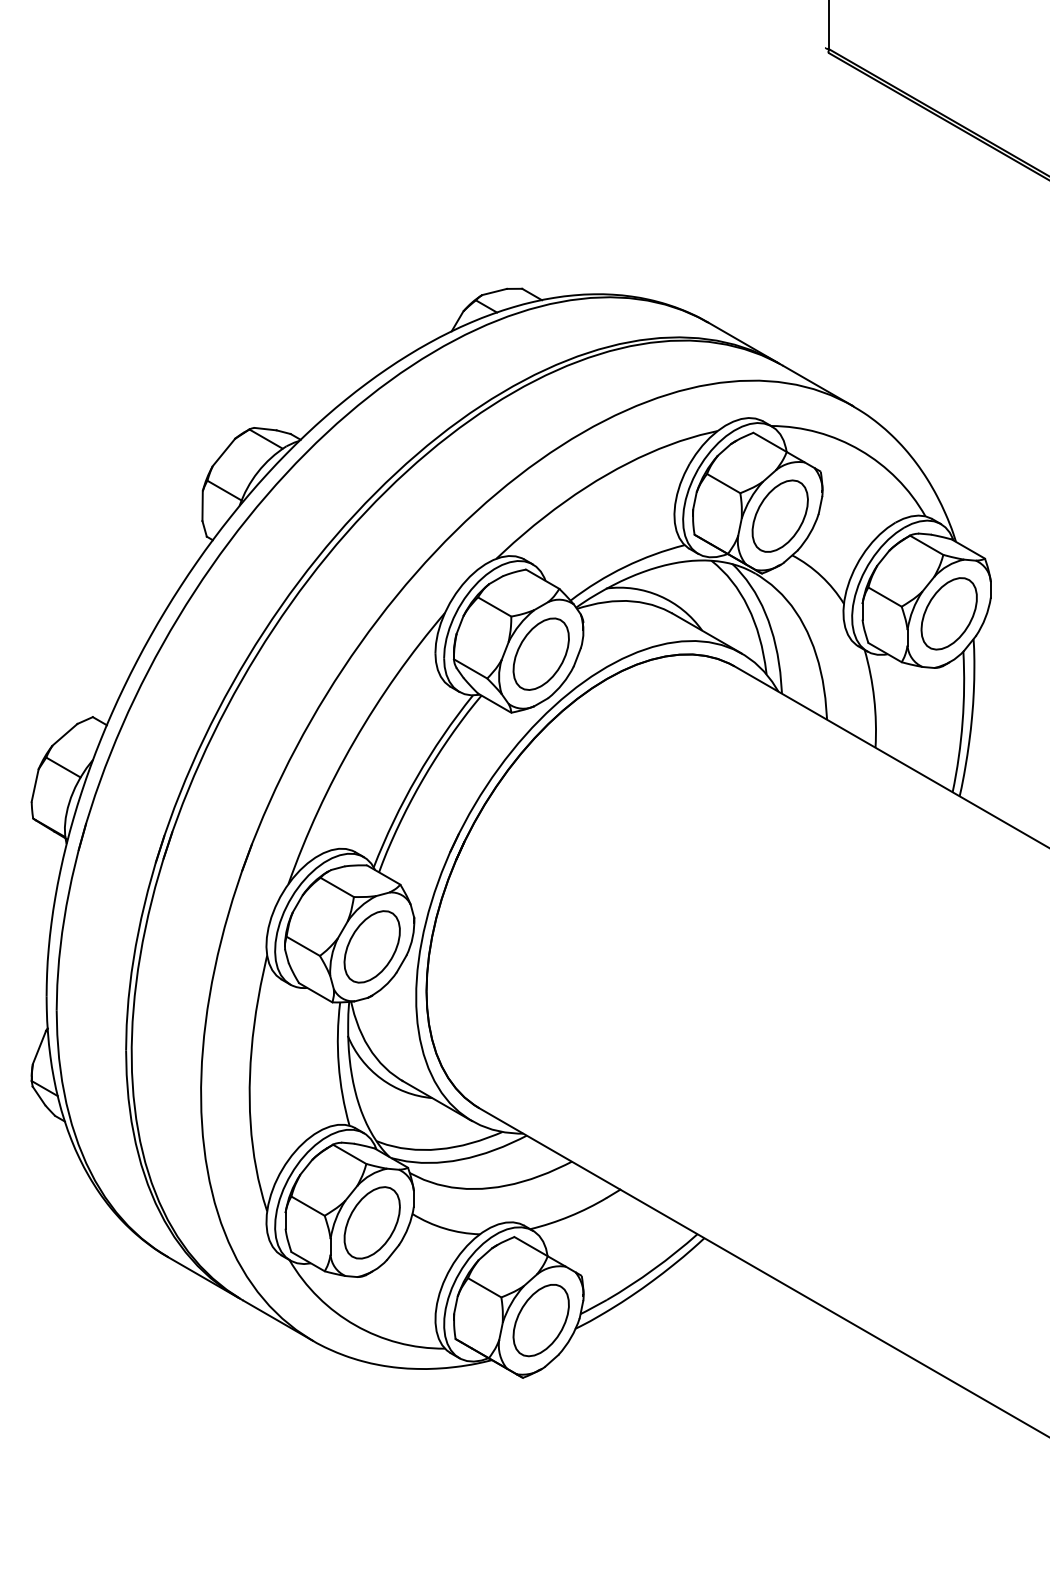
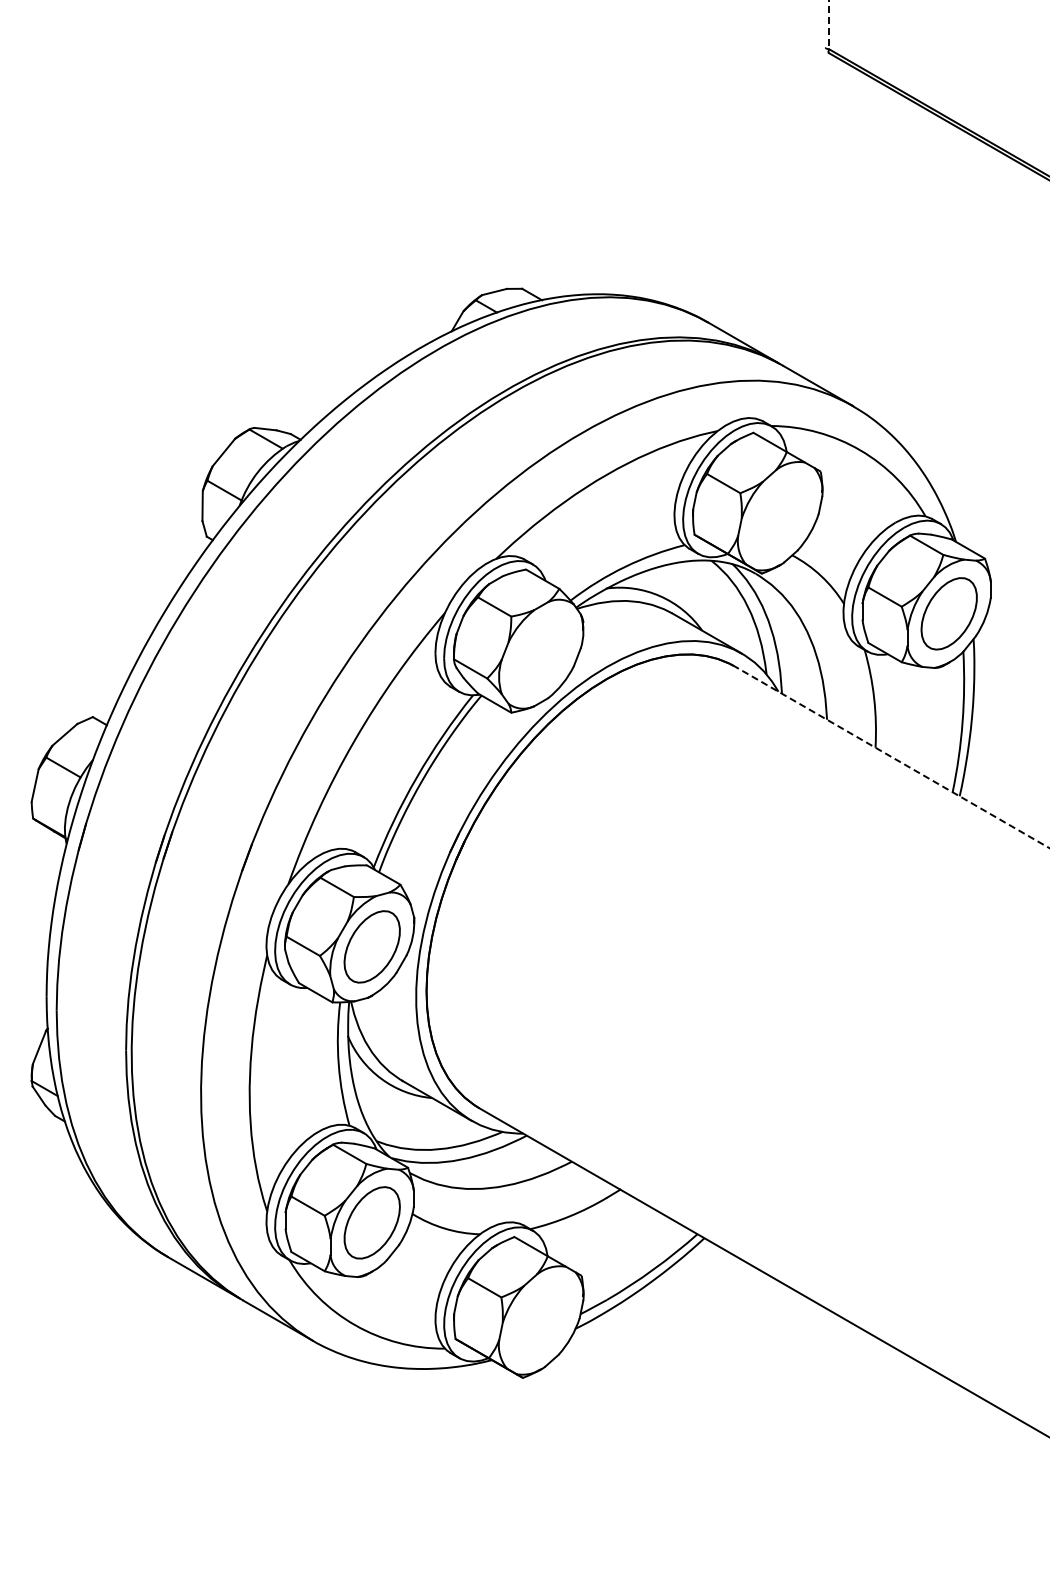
line at (829, 25): solid -> dashed
part at (779, 515): present -> none
part at (540, 653): present -> none
line at (892, 757): solid -> dashed
part at (540, 1320): present -> none
